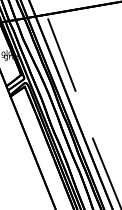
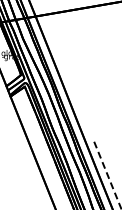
line at (61, 54): present -> none
line at (107, 173): solid -> dashed
